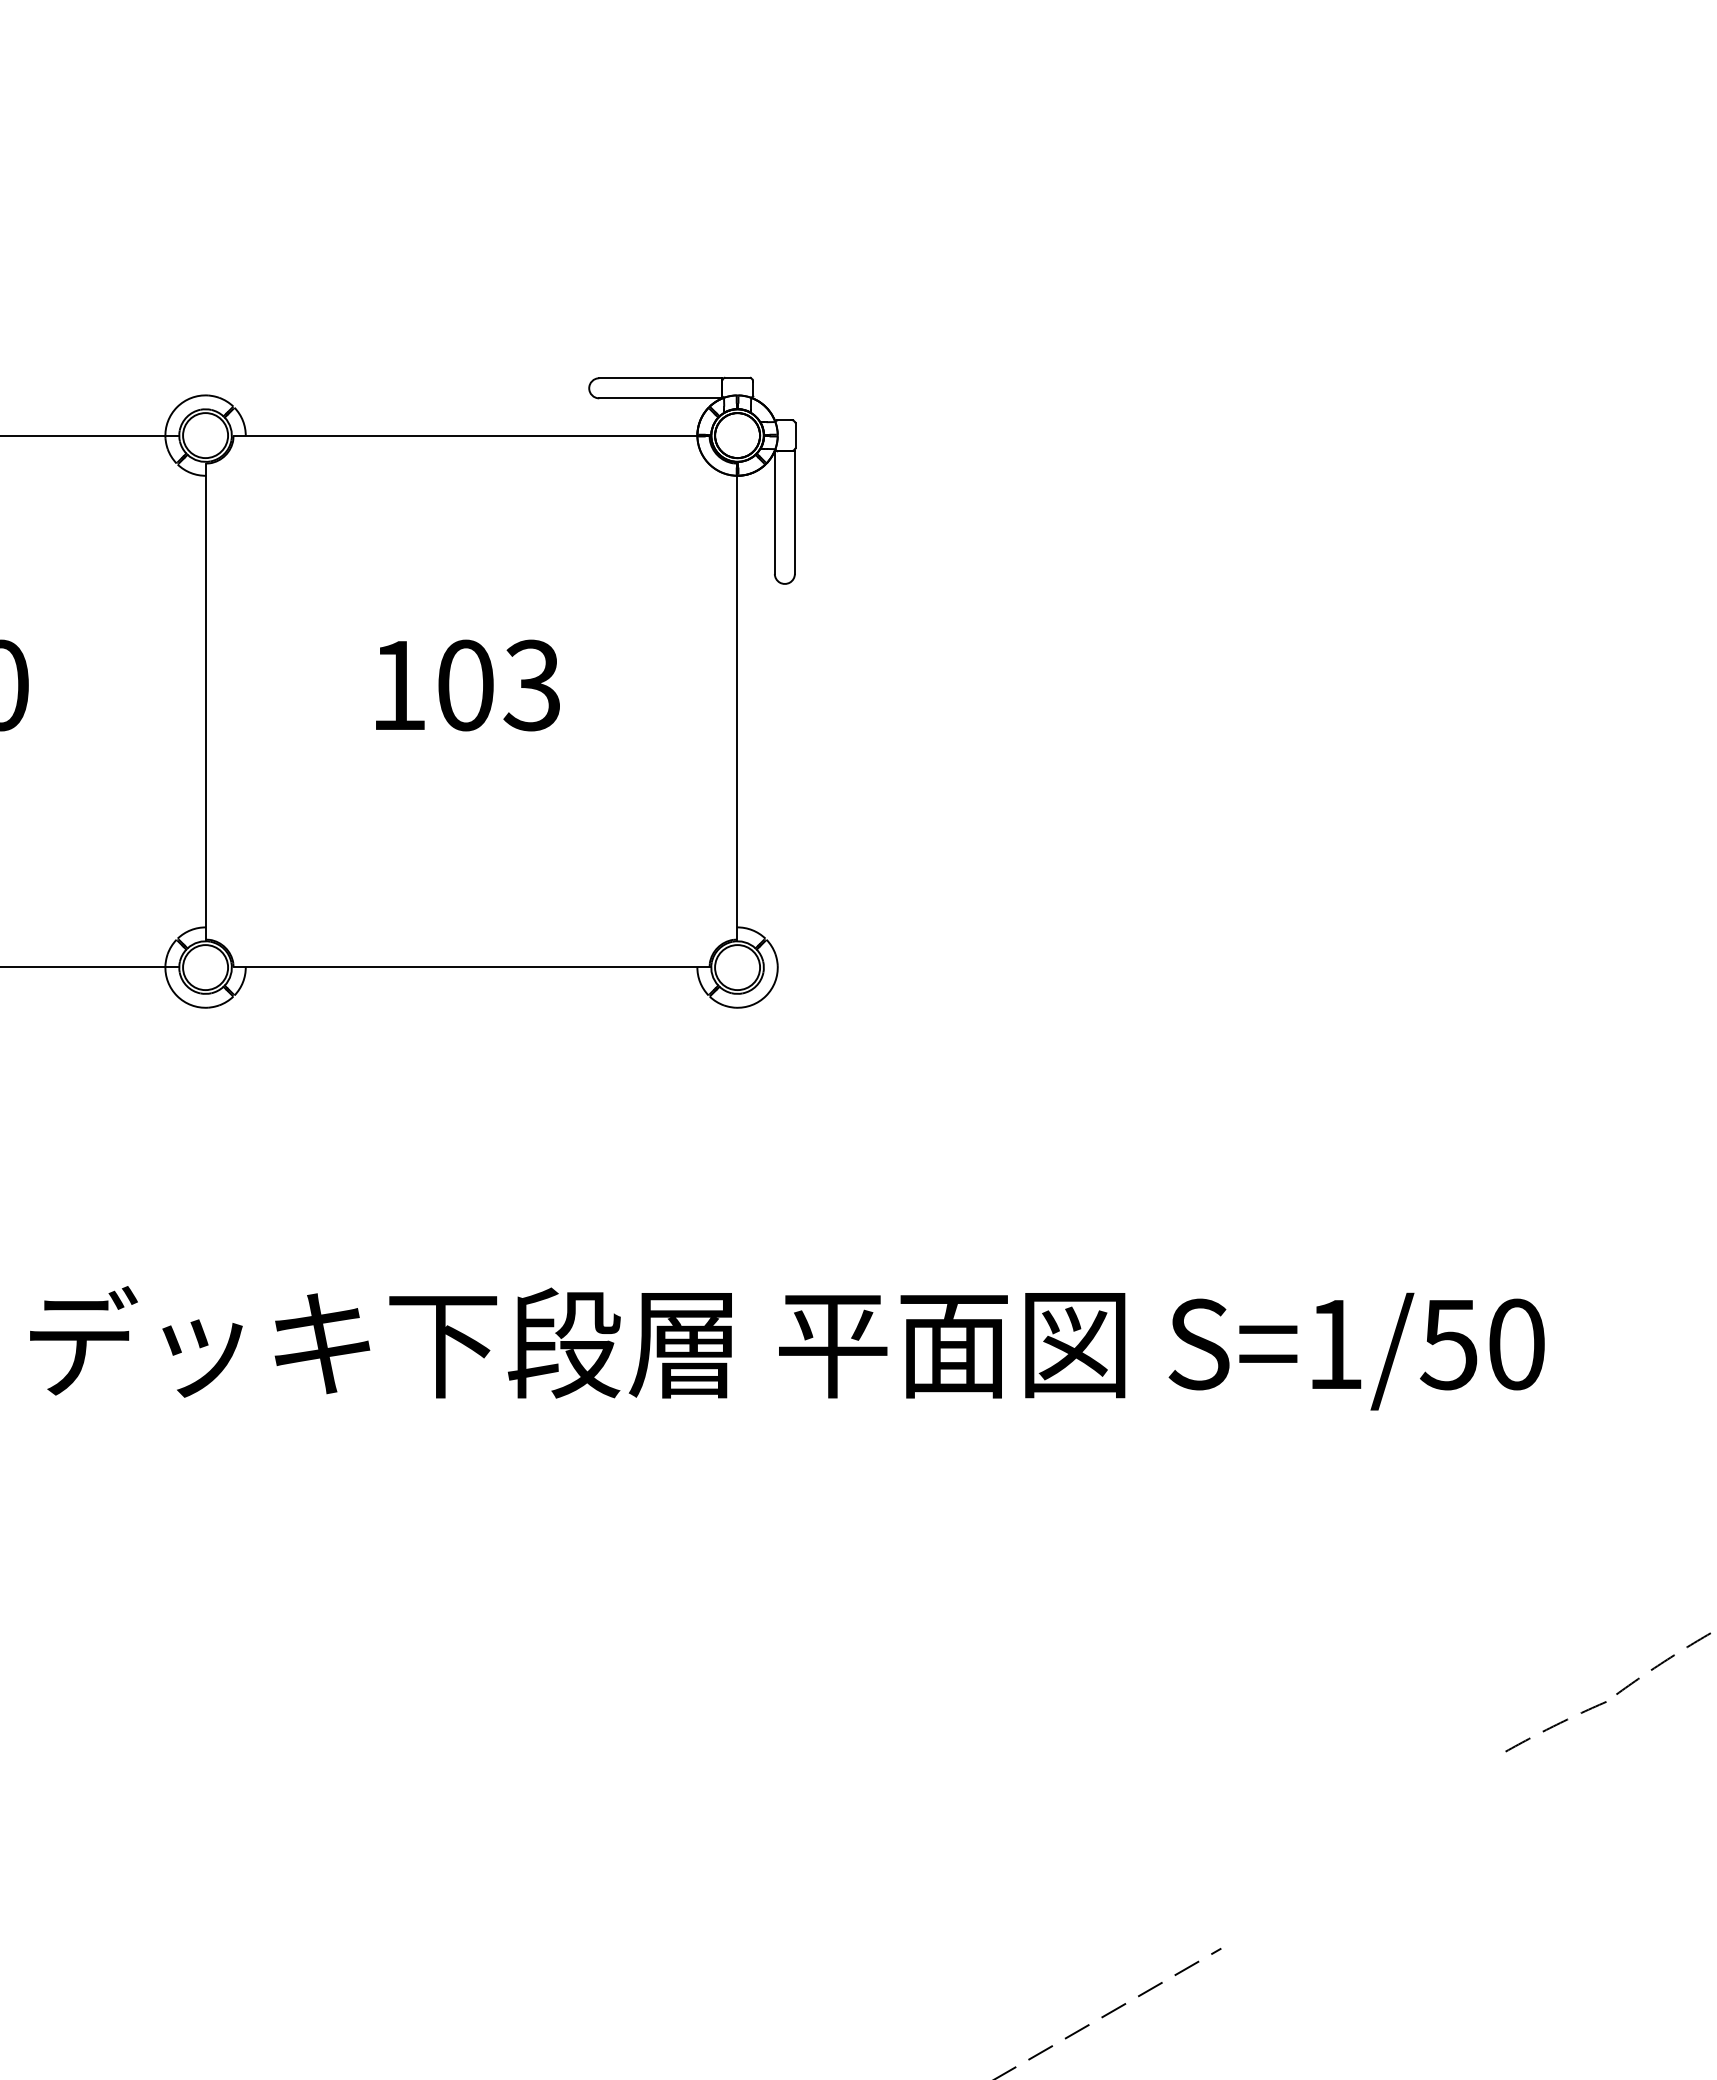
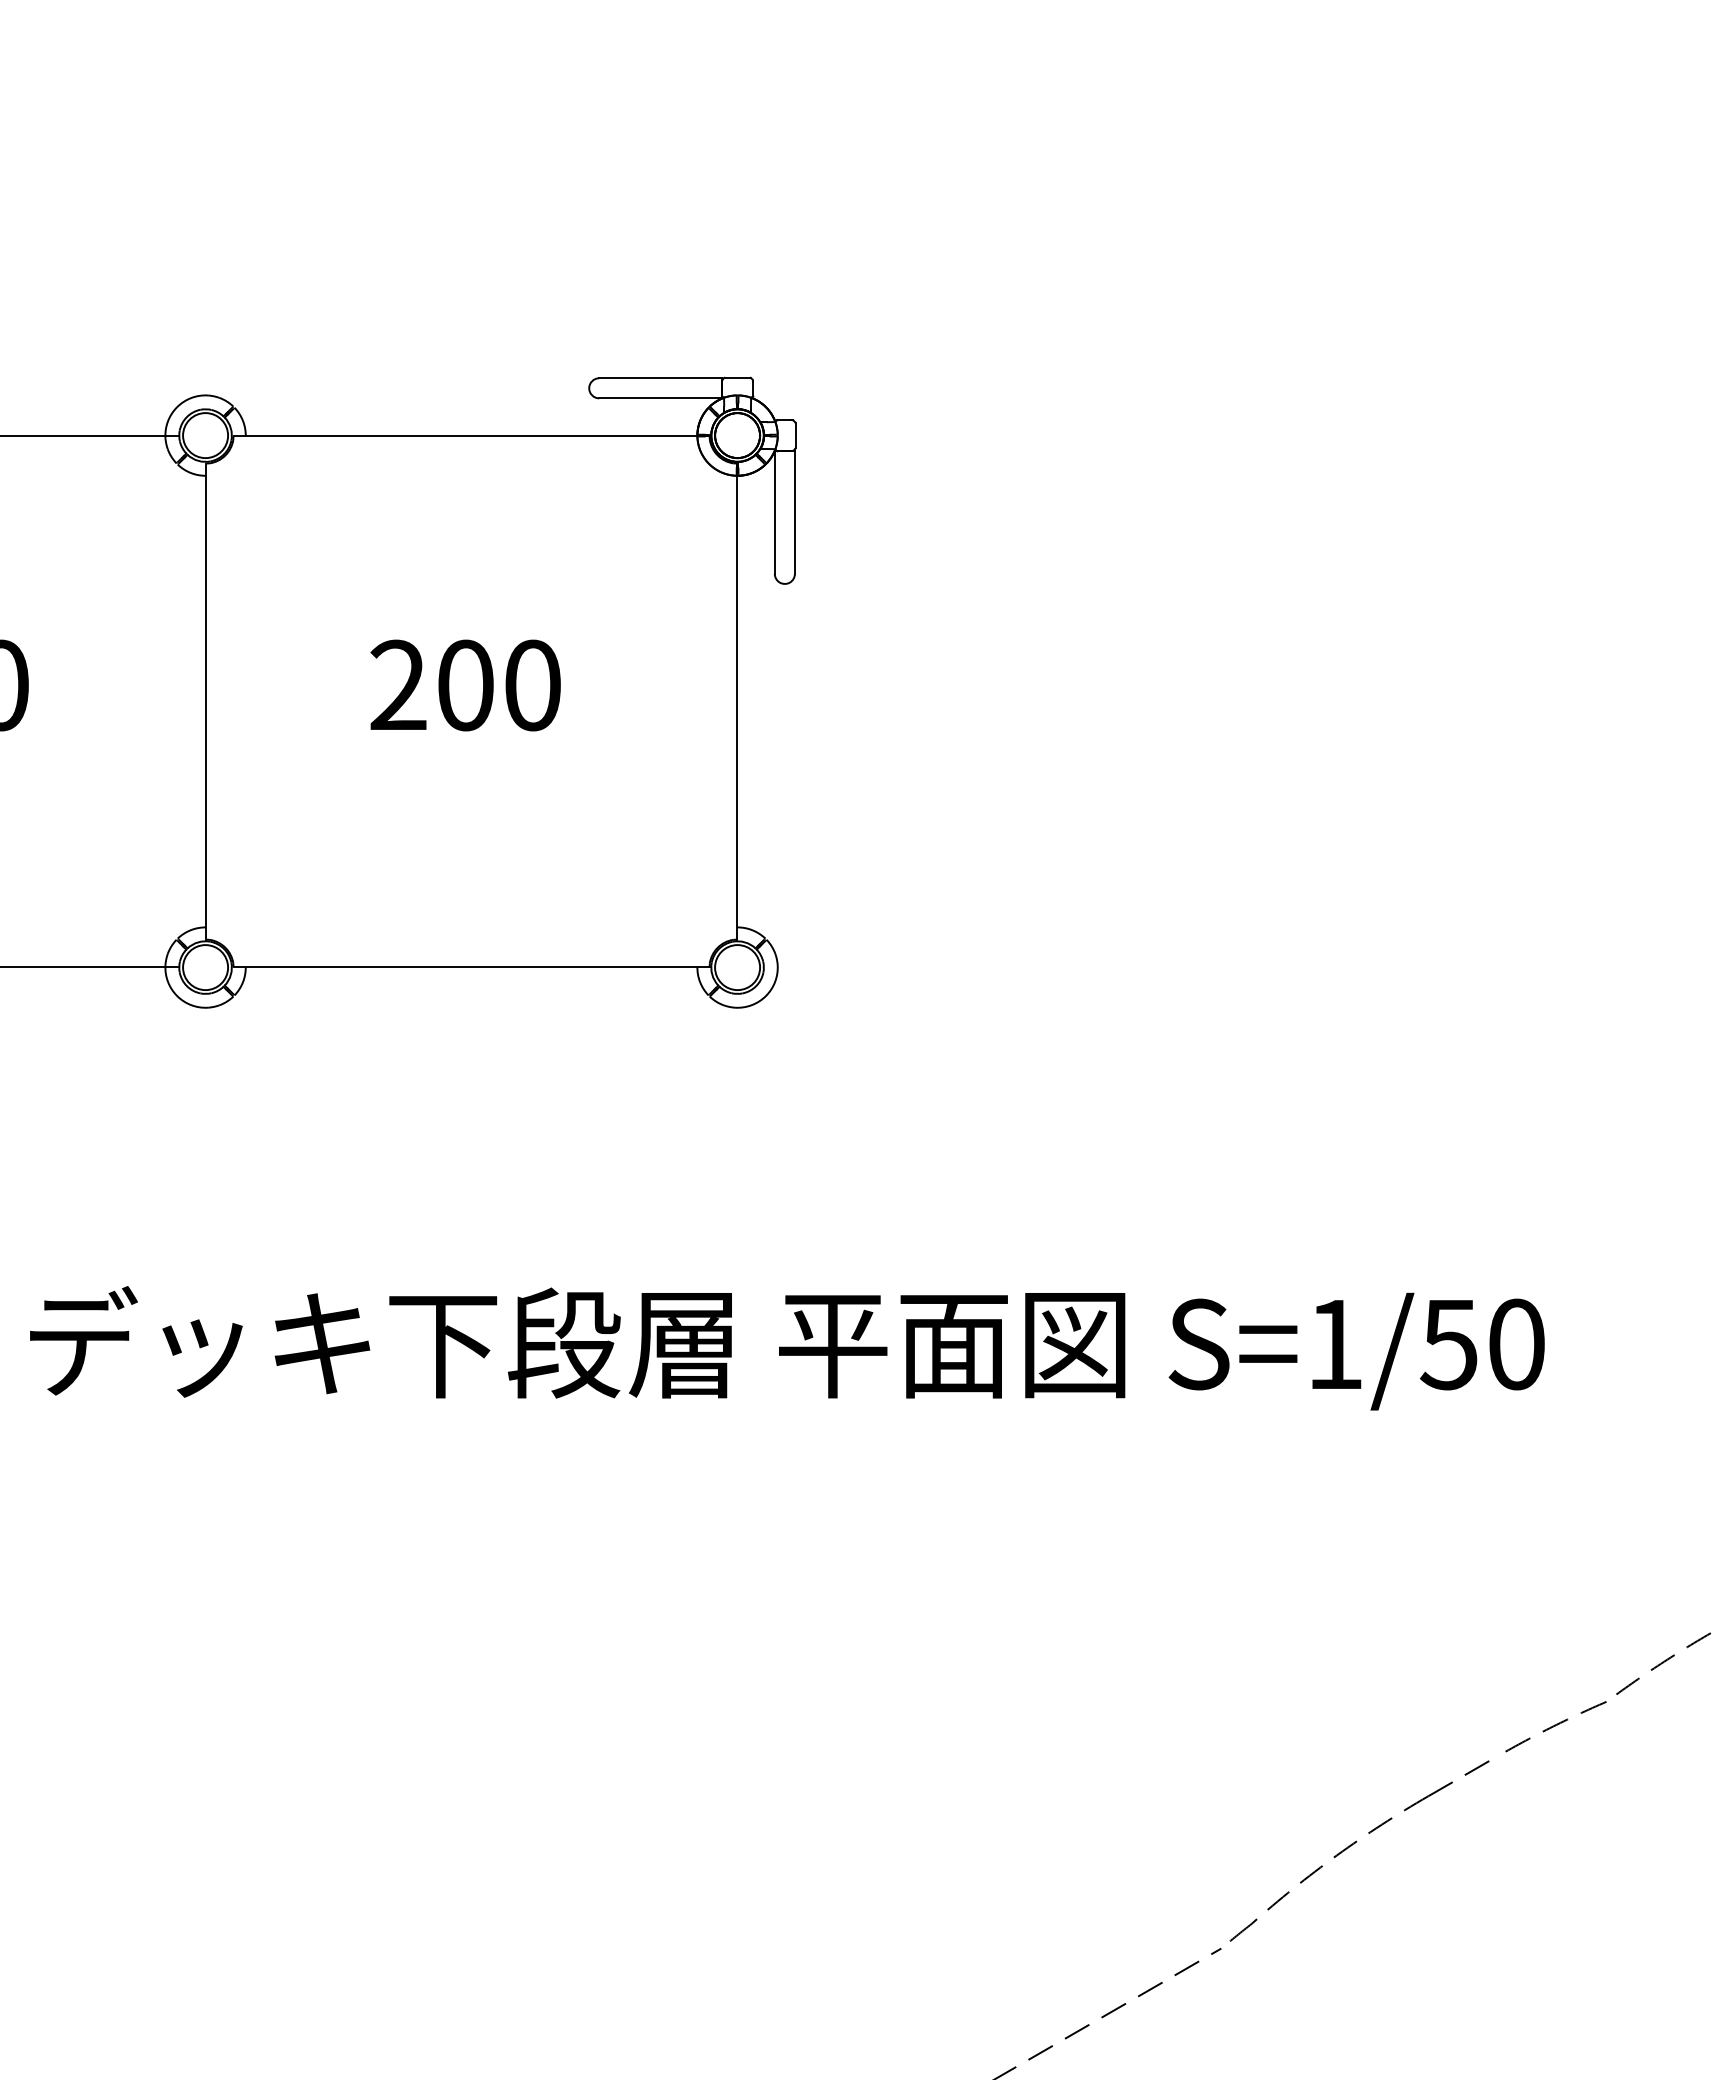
text at (465, 685): 103 -> 200
part at (1354, 1844): none -> present
